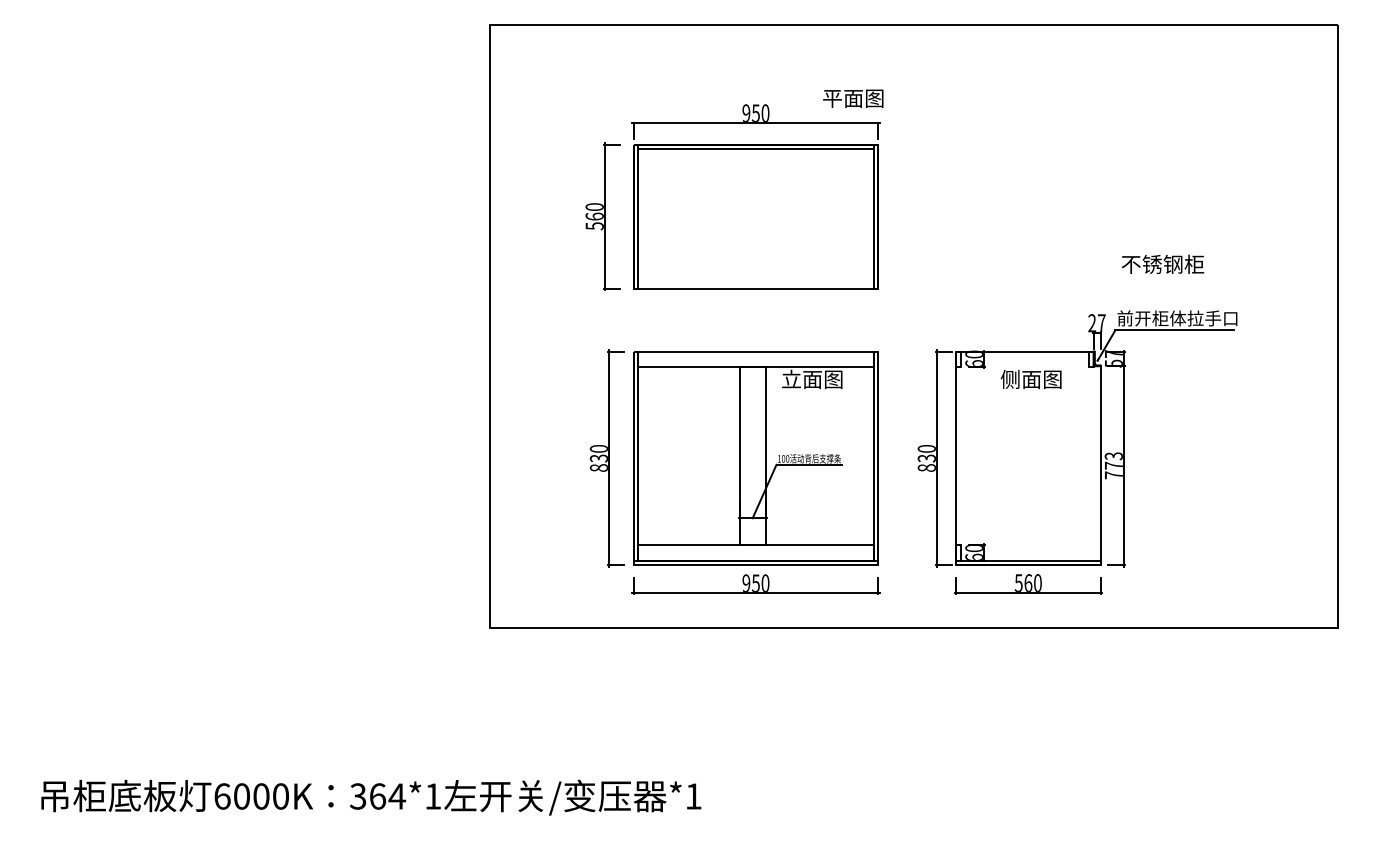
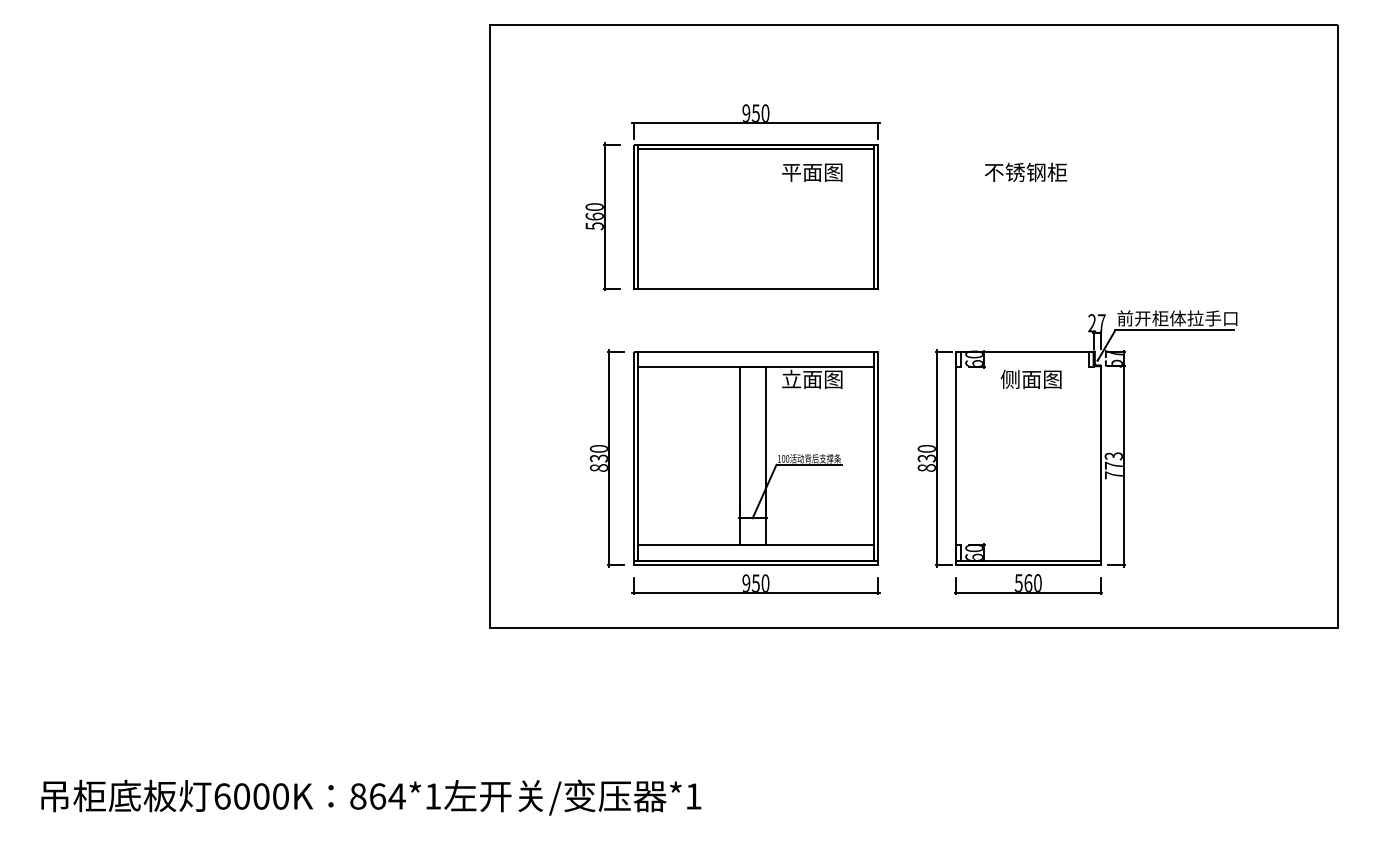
text at (853, 98) position: (853, 98) -> (812, 172)
text at (1163, 263) position: (1163, 263) -> (1026, 171)
text at (357, 796): 364*1 -> 864*1
